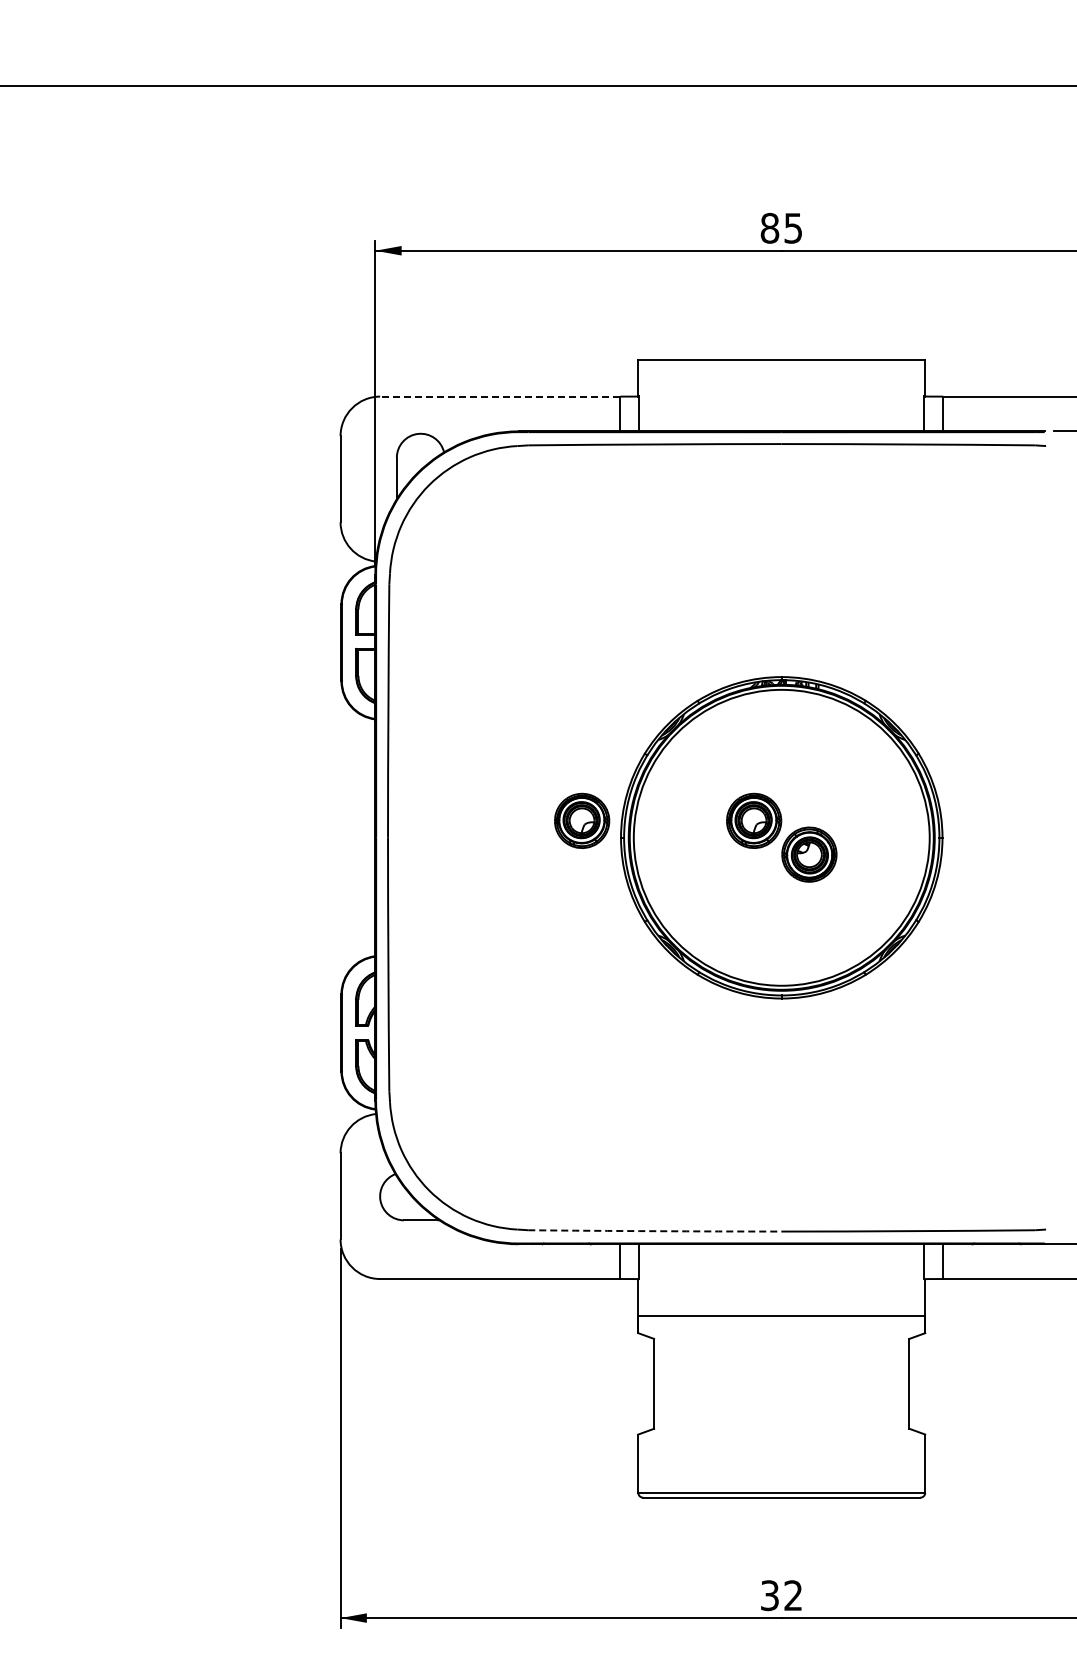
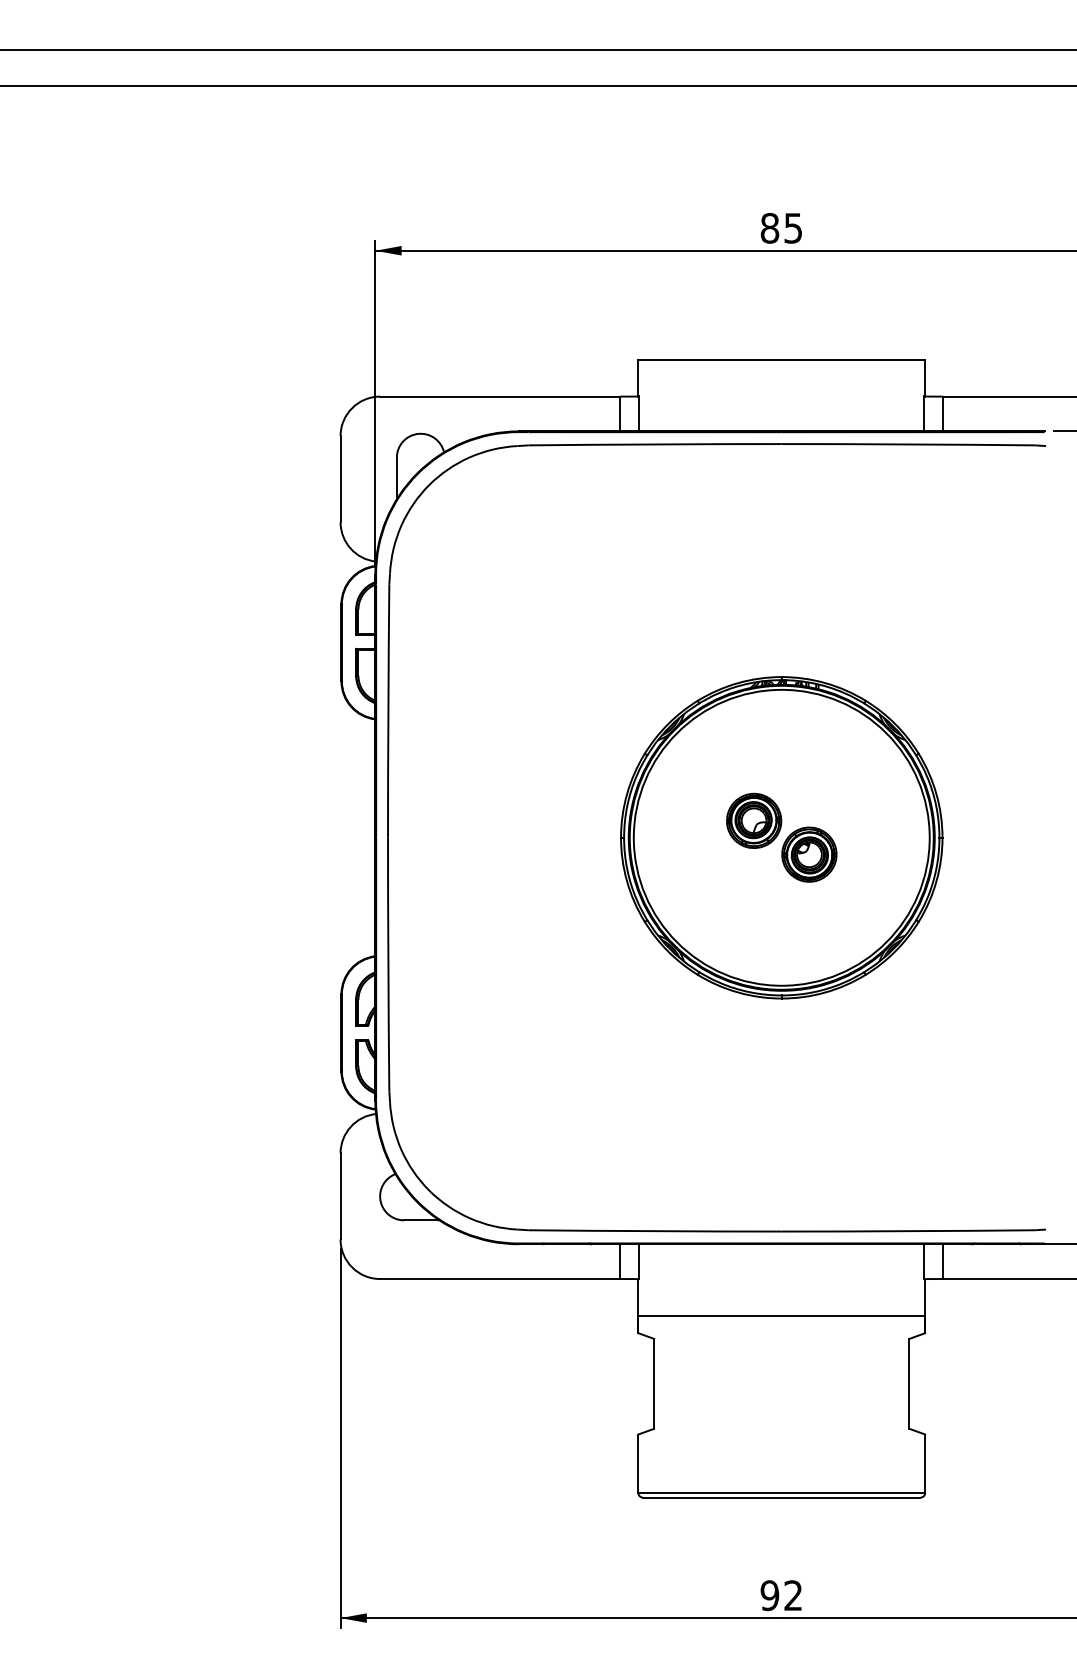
line at (537, 50): none -> present
line at (499, 396): dashed -> solid
part at (582, 820): present -> none
arc at (655, 1231): dashed -> solid
text at (769, 1595): 32 -> 92
